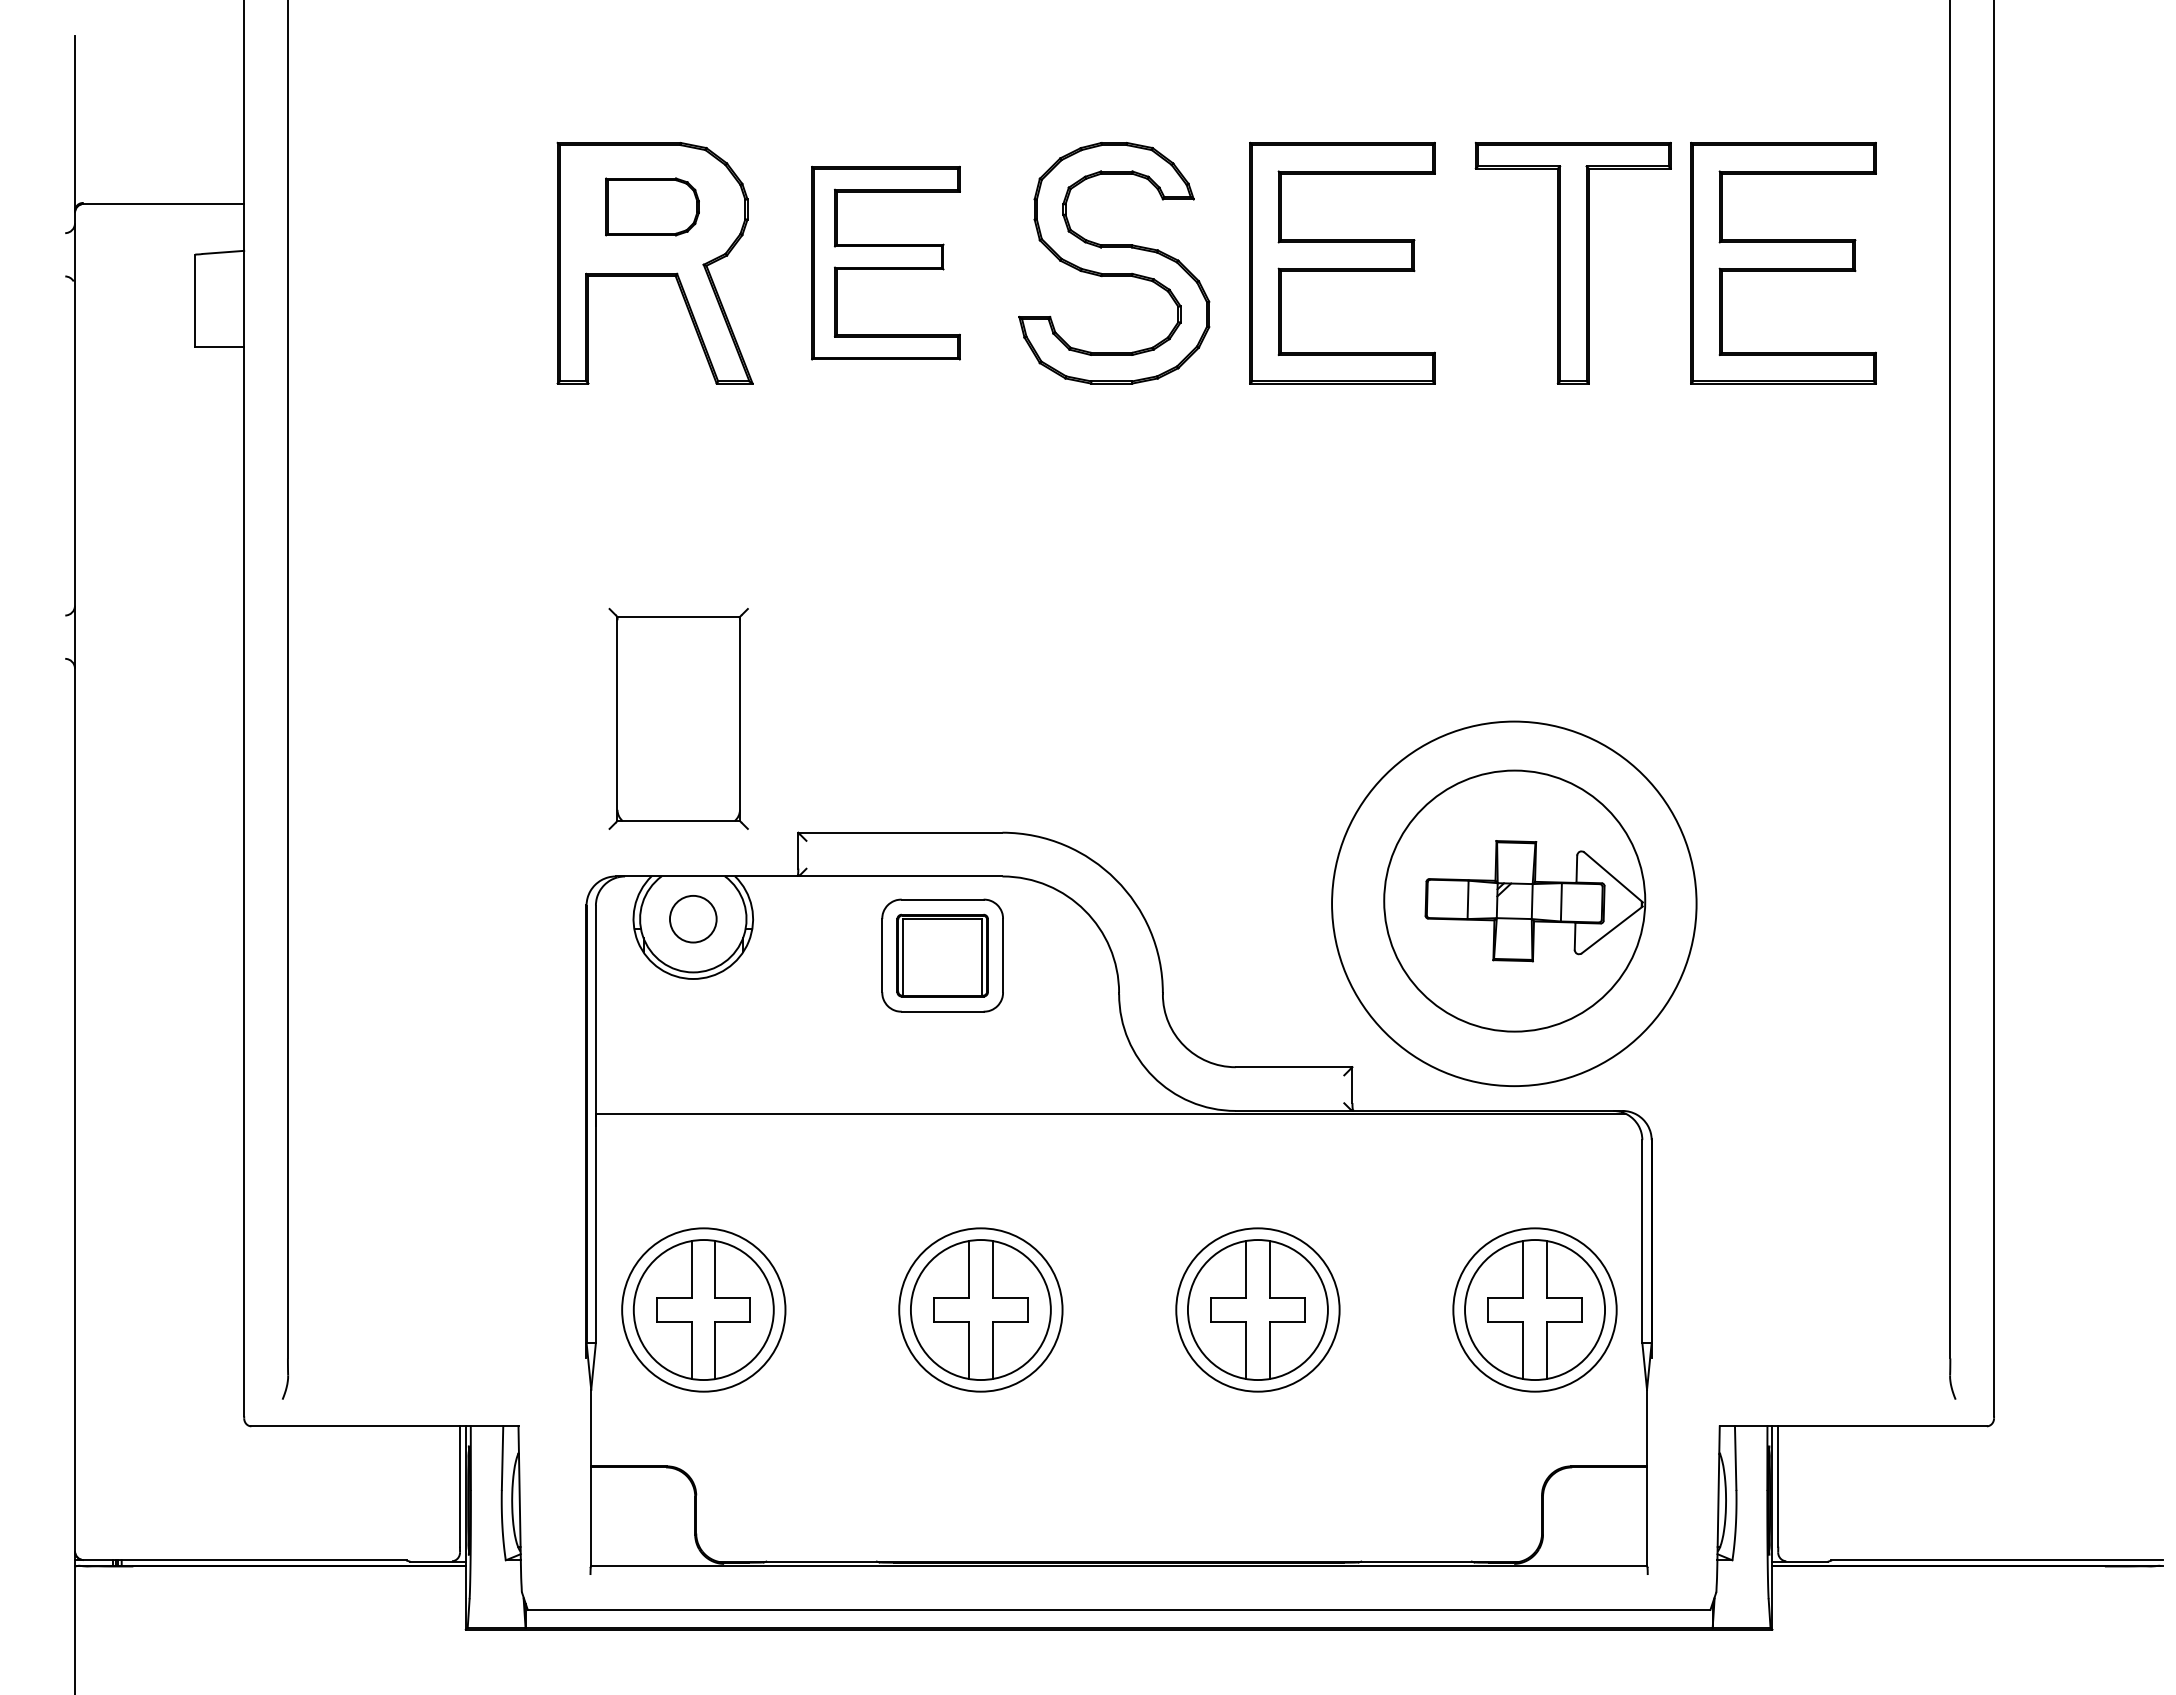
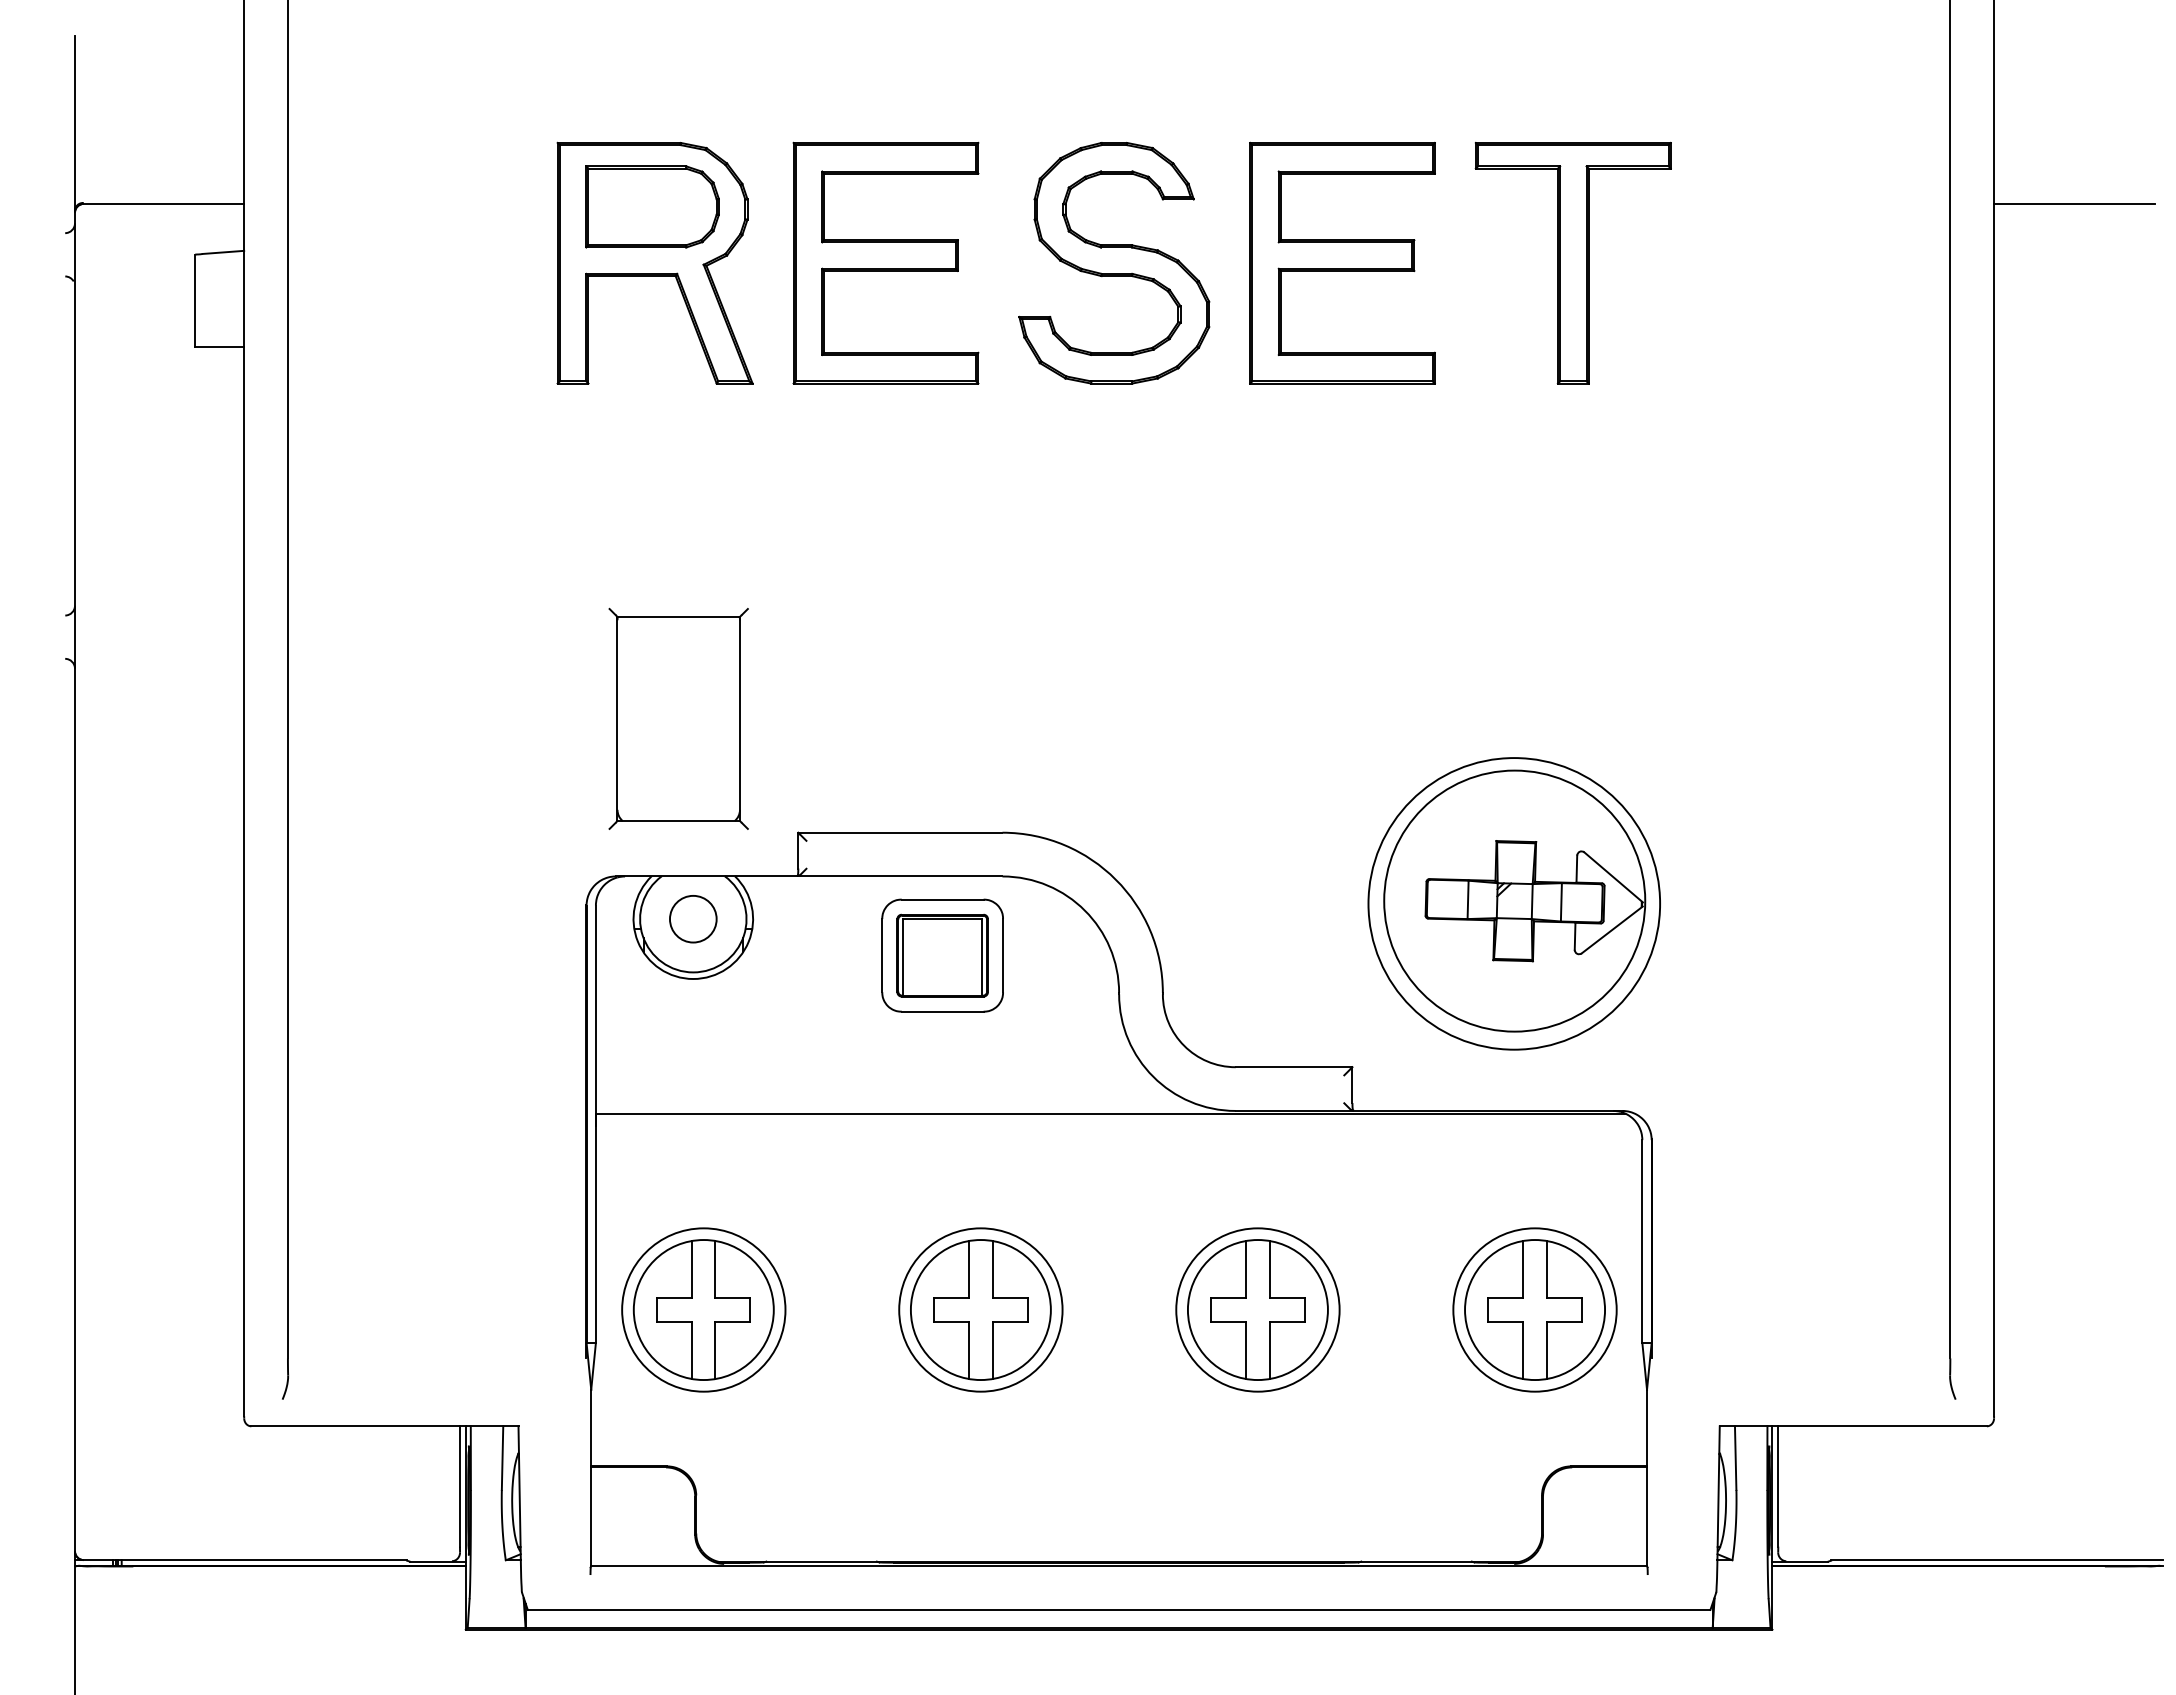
line at (2074, 203): none -> present
part at (652, 206) size: 95x60 px -> 135x84 px
part at (885, 262) size: 150x196 px -> 188x244 px
part at (1783, 262): present -> none
circle at (1514, 903) diameter: 365 px -> 292 px
